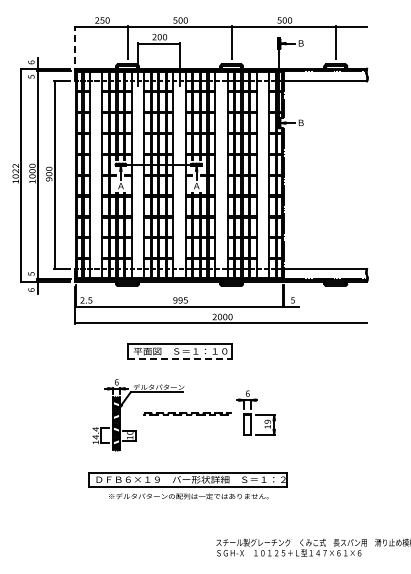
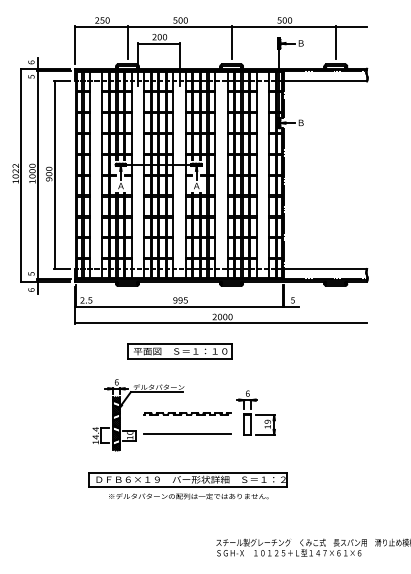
line at (75, 44): dashed -> solid
line at (180, 359): dashed -> solid
line at (187, 434): none -> present
